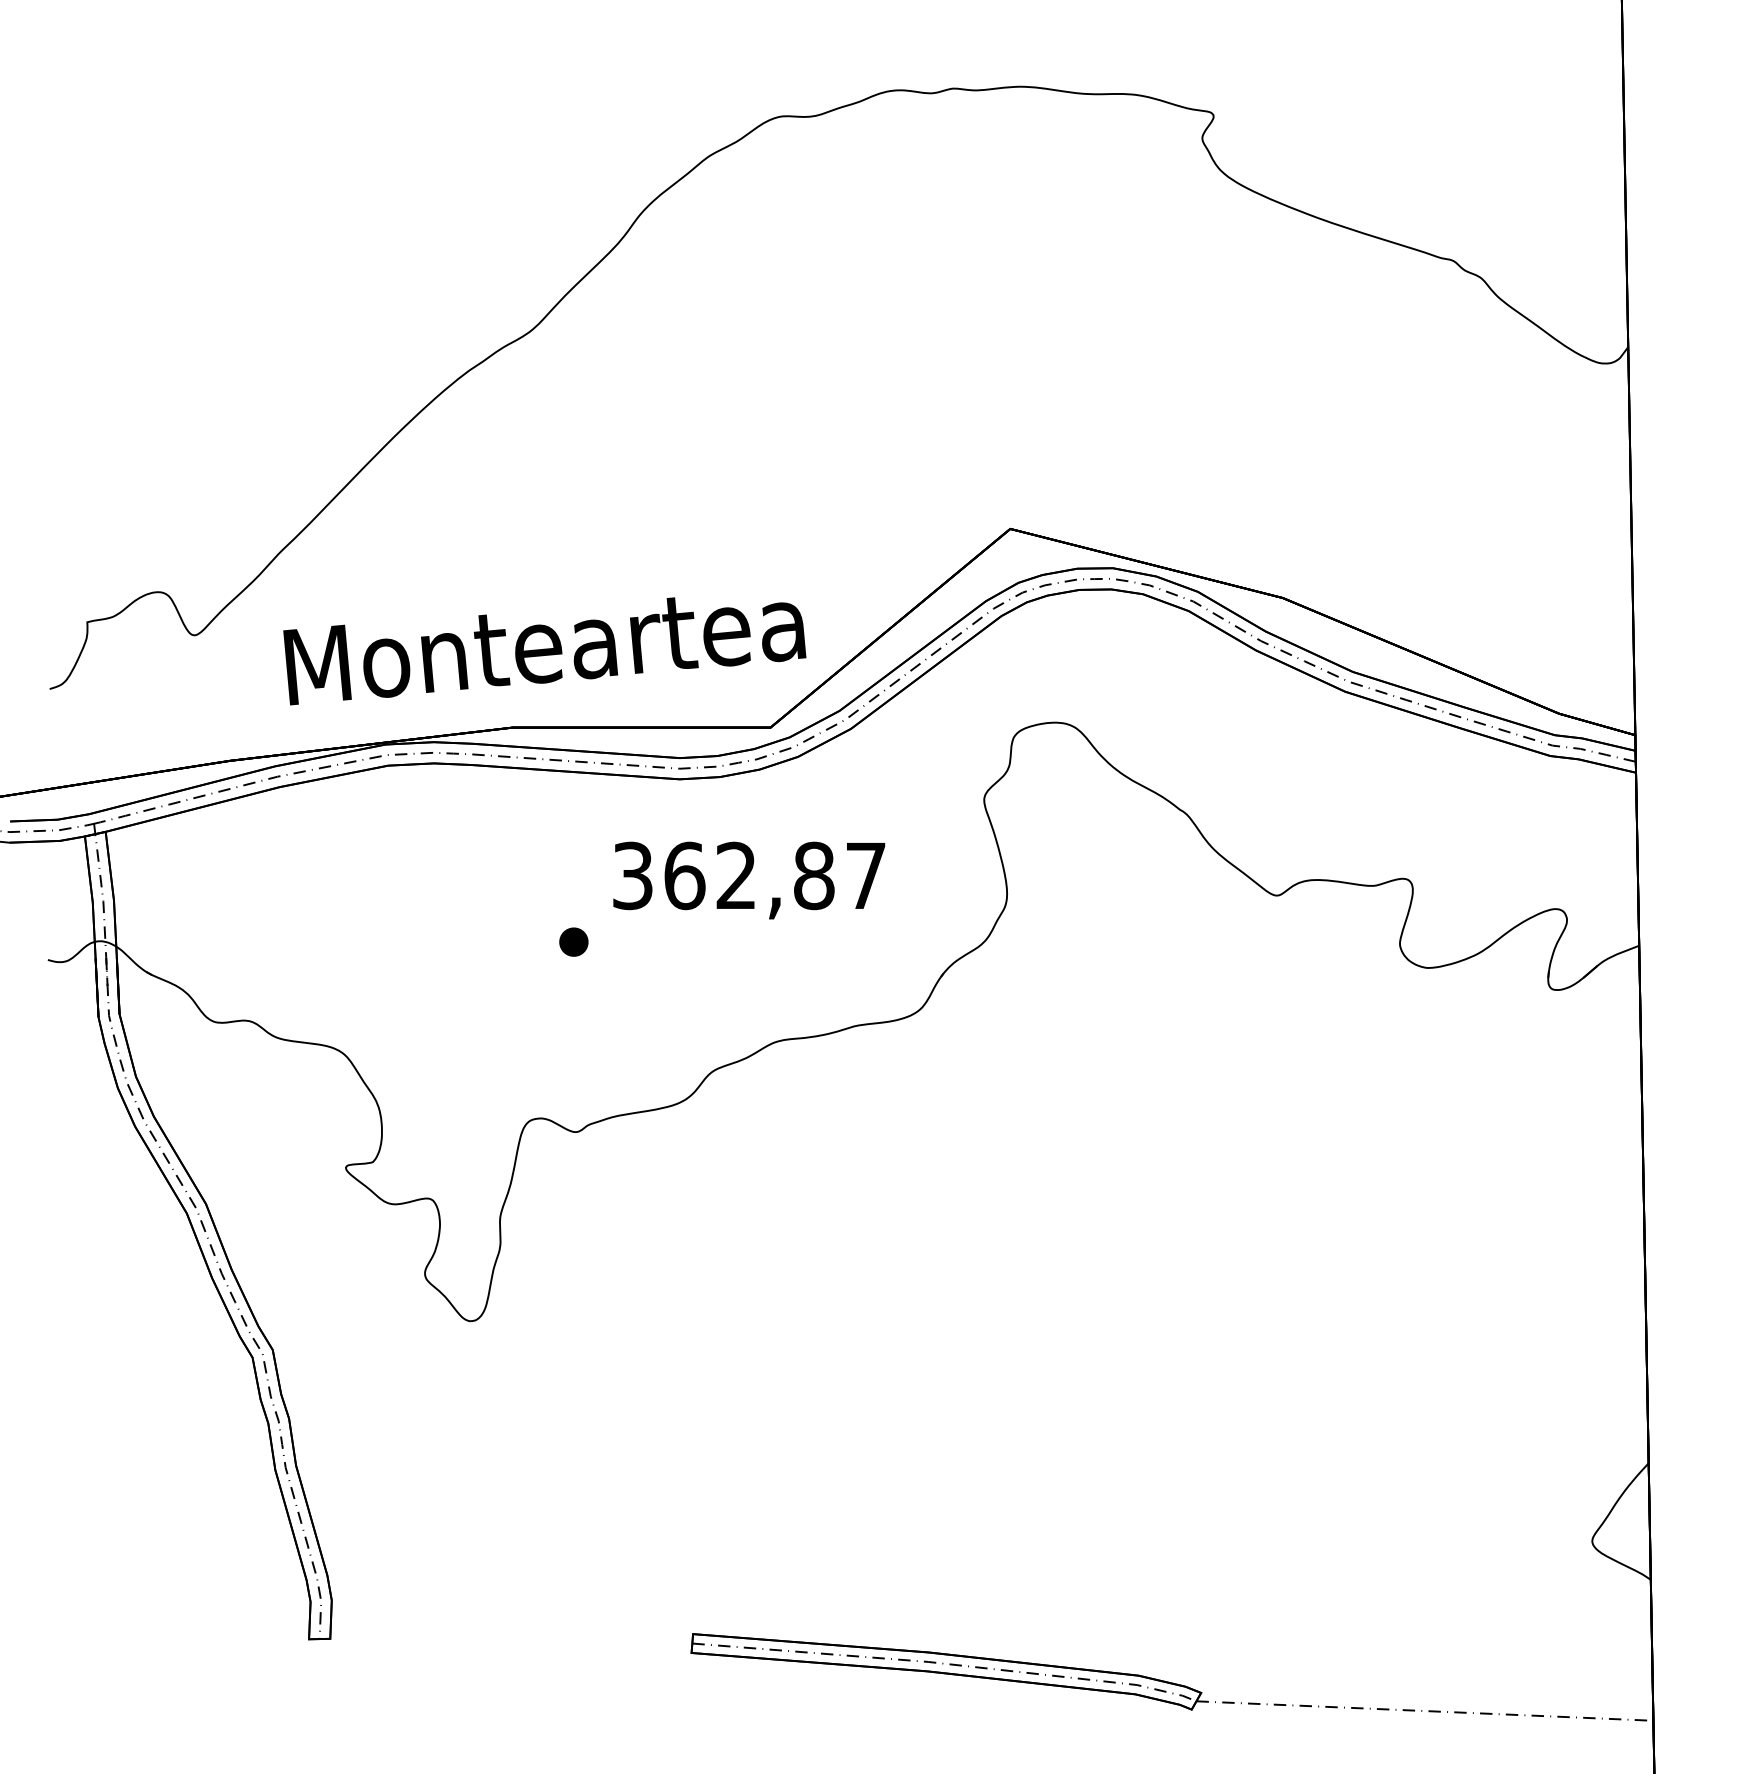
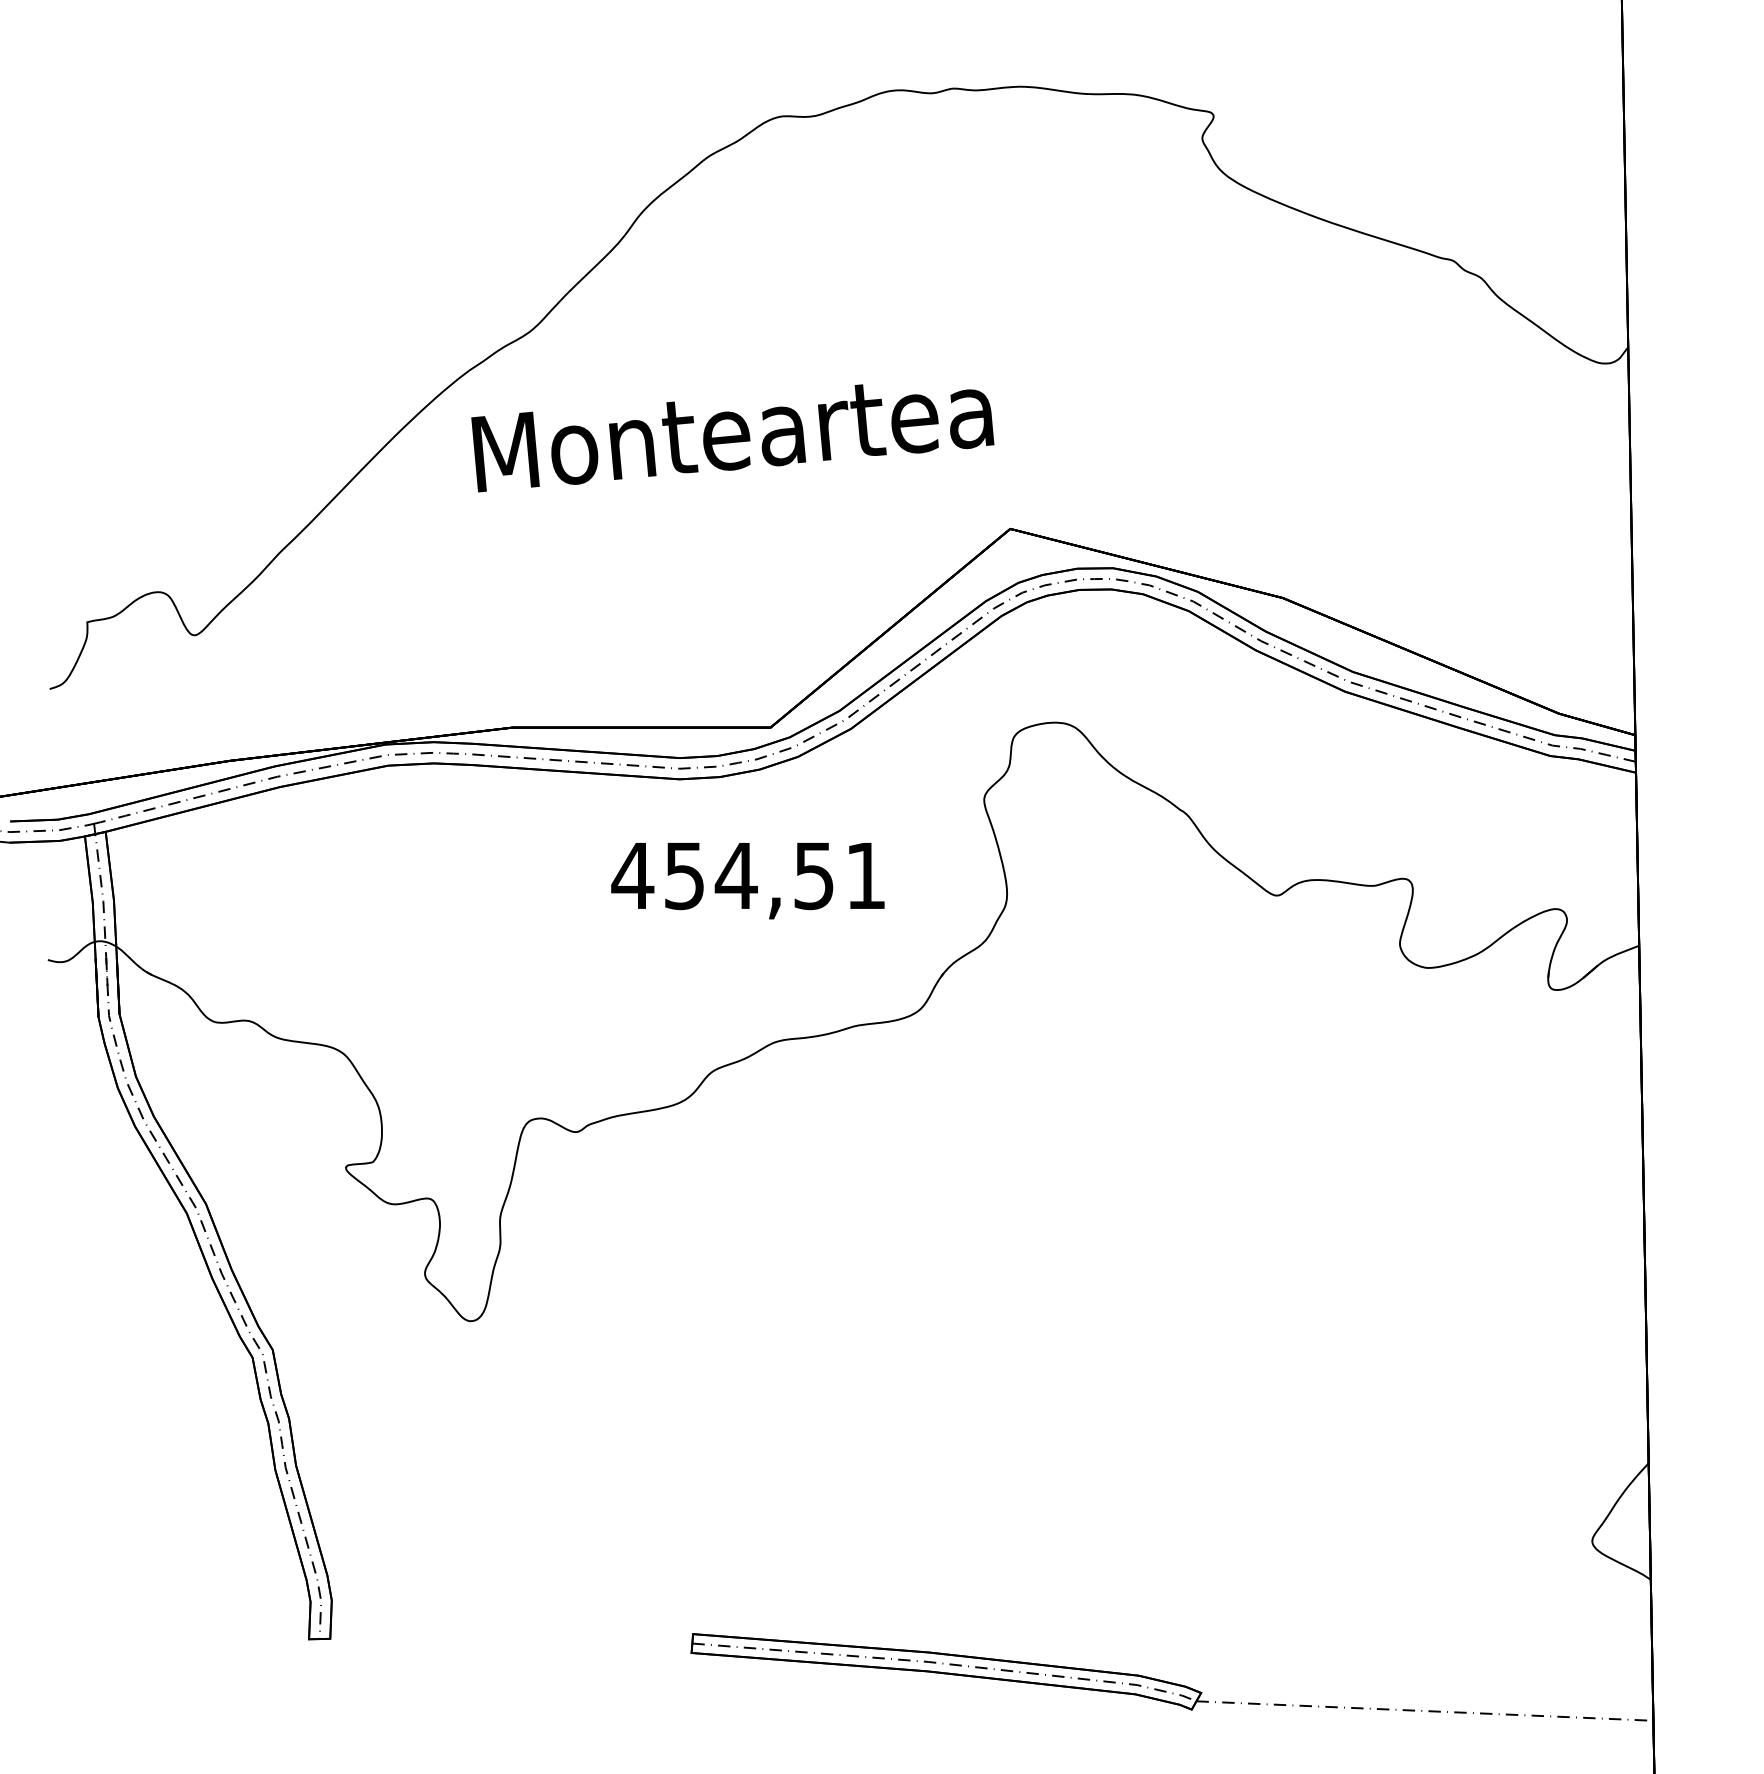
text at (544, 651) position: (544, 651) -> (732, 438)
text at (748, 875): 362,87 -> 454,51
part at (573, 941): present -> none
